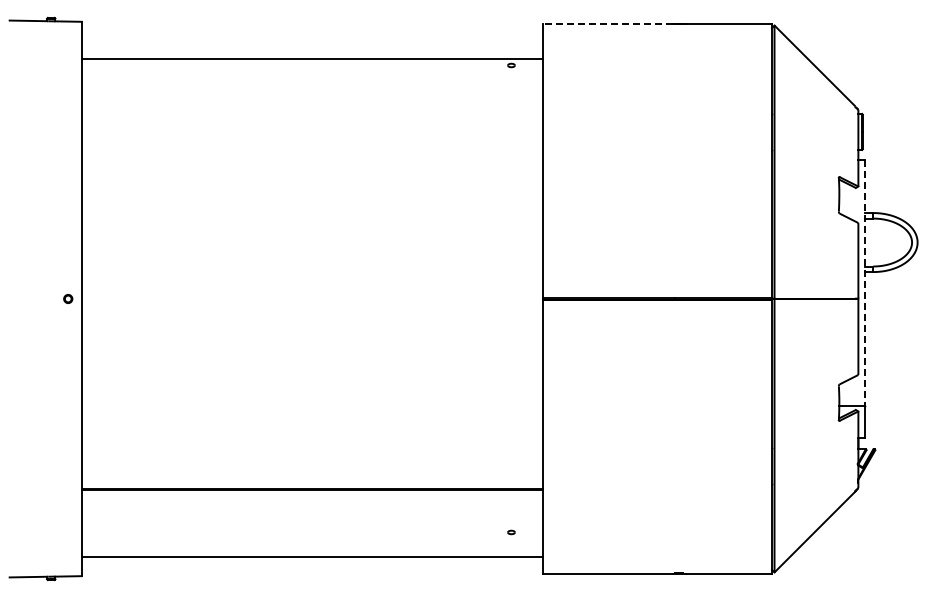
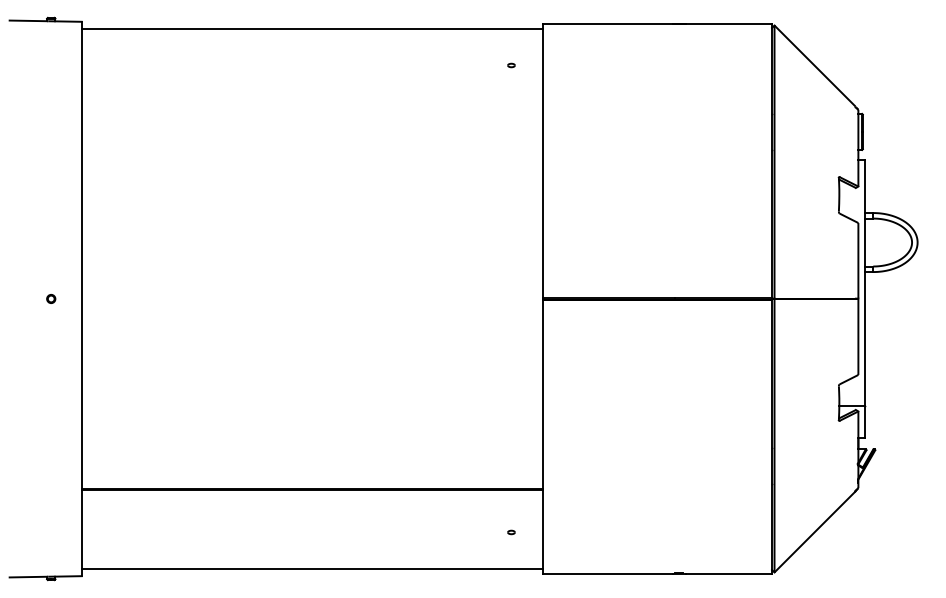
line at (607, 23): dashed -> solid
line at (312, 59) position: (312, 59) -> (312, 29)
line at (864, 283): dashed -> solid
part at (68, 298) position: (68, 298) -> (51, 298)
line at (312, 556) position: (312, 556) -> (312, 568)
